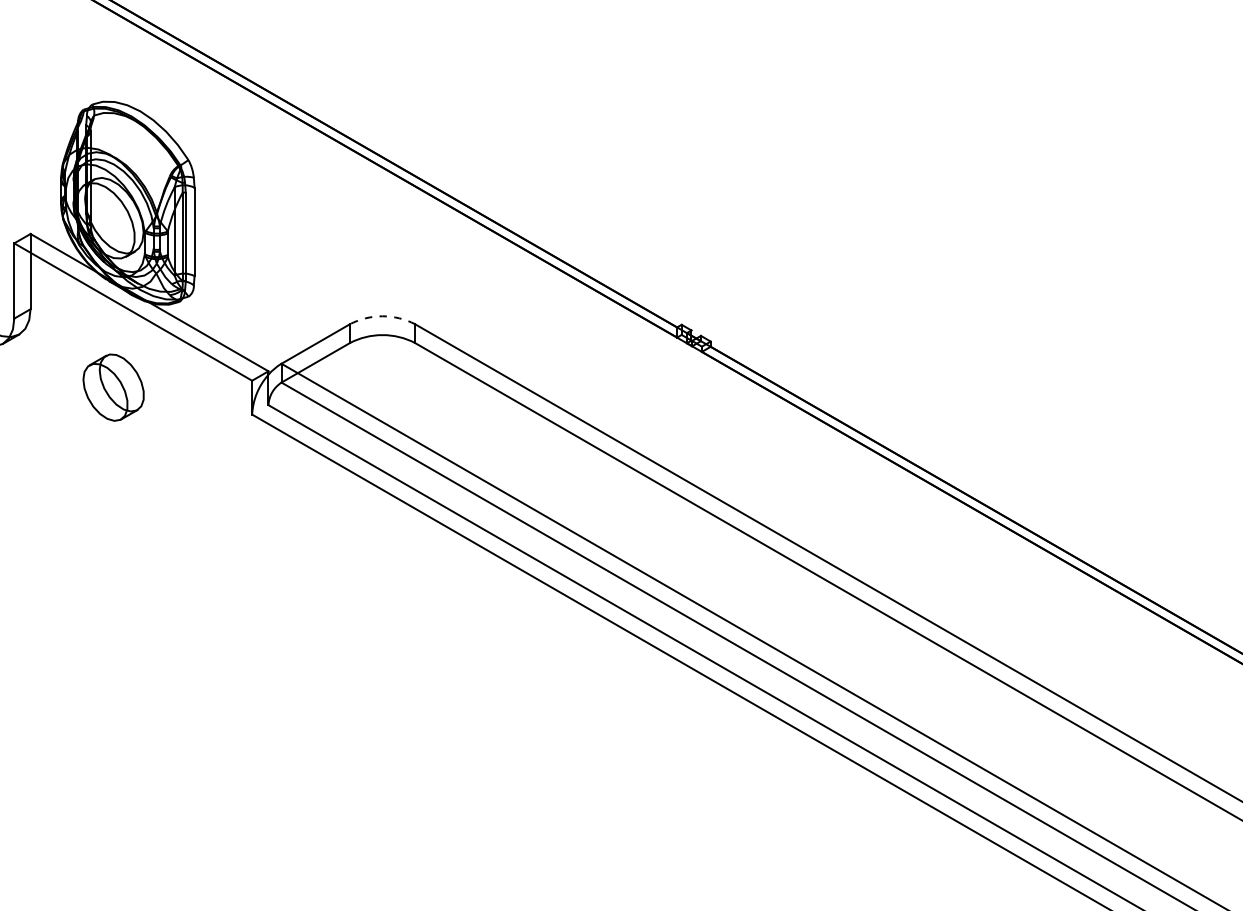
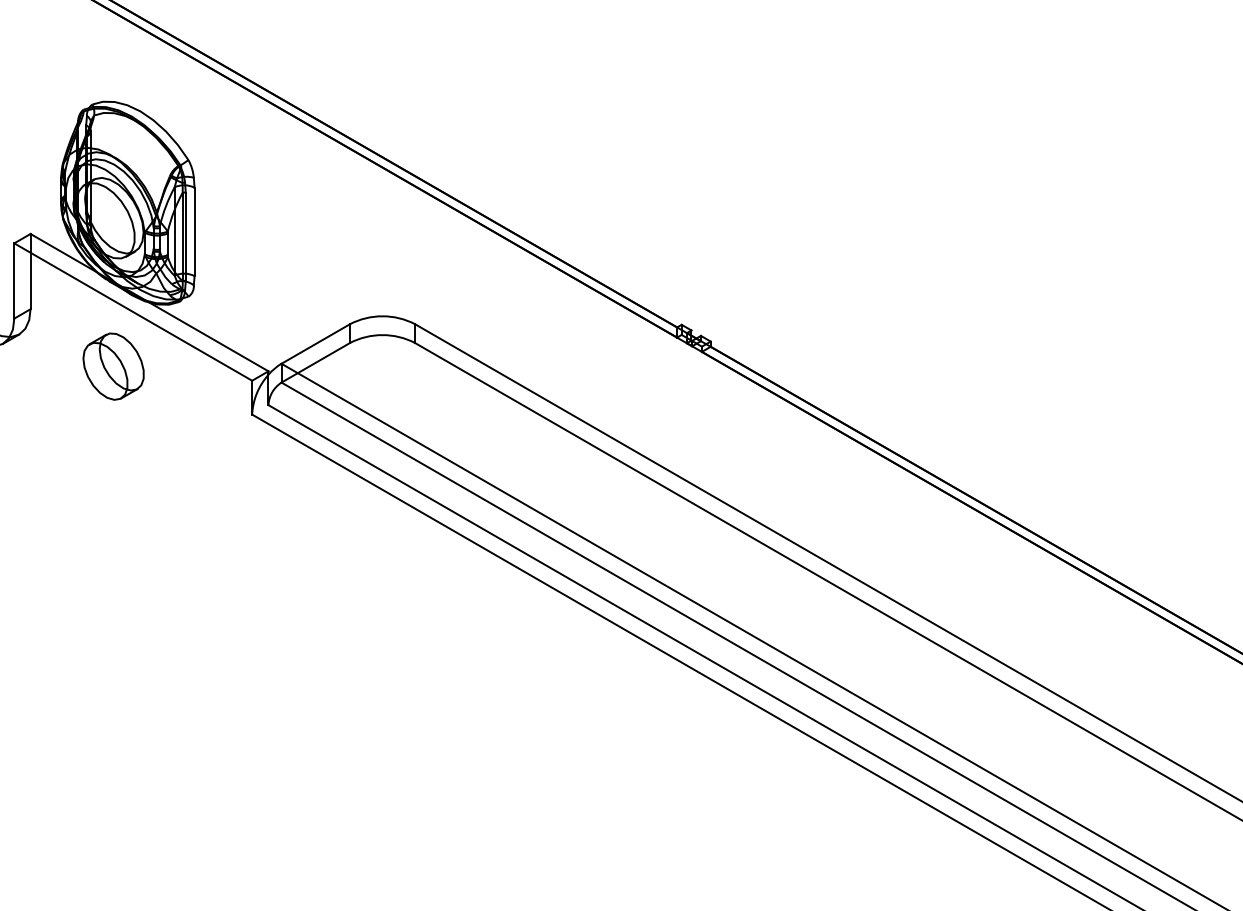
arc at (382, 316): dashed -> solid
part at (113, 387) position: (113, 387) -> (113, 366)
